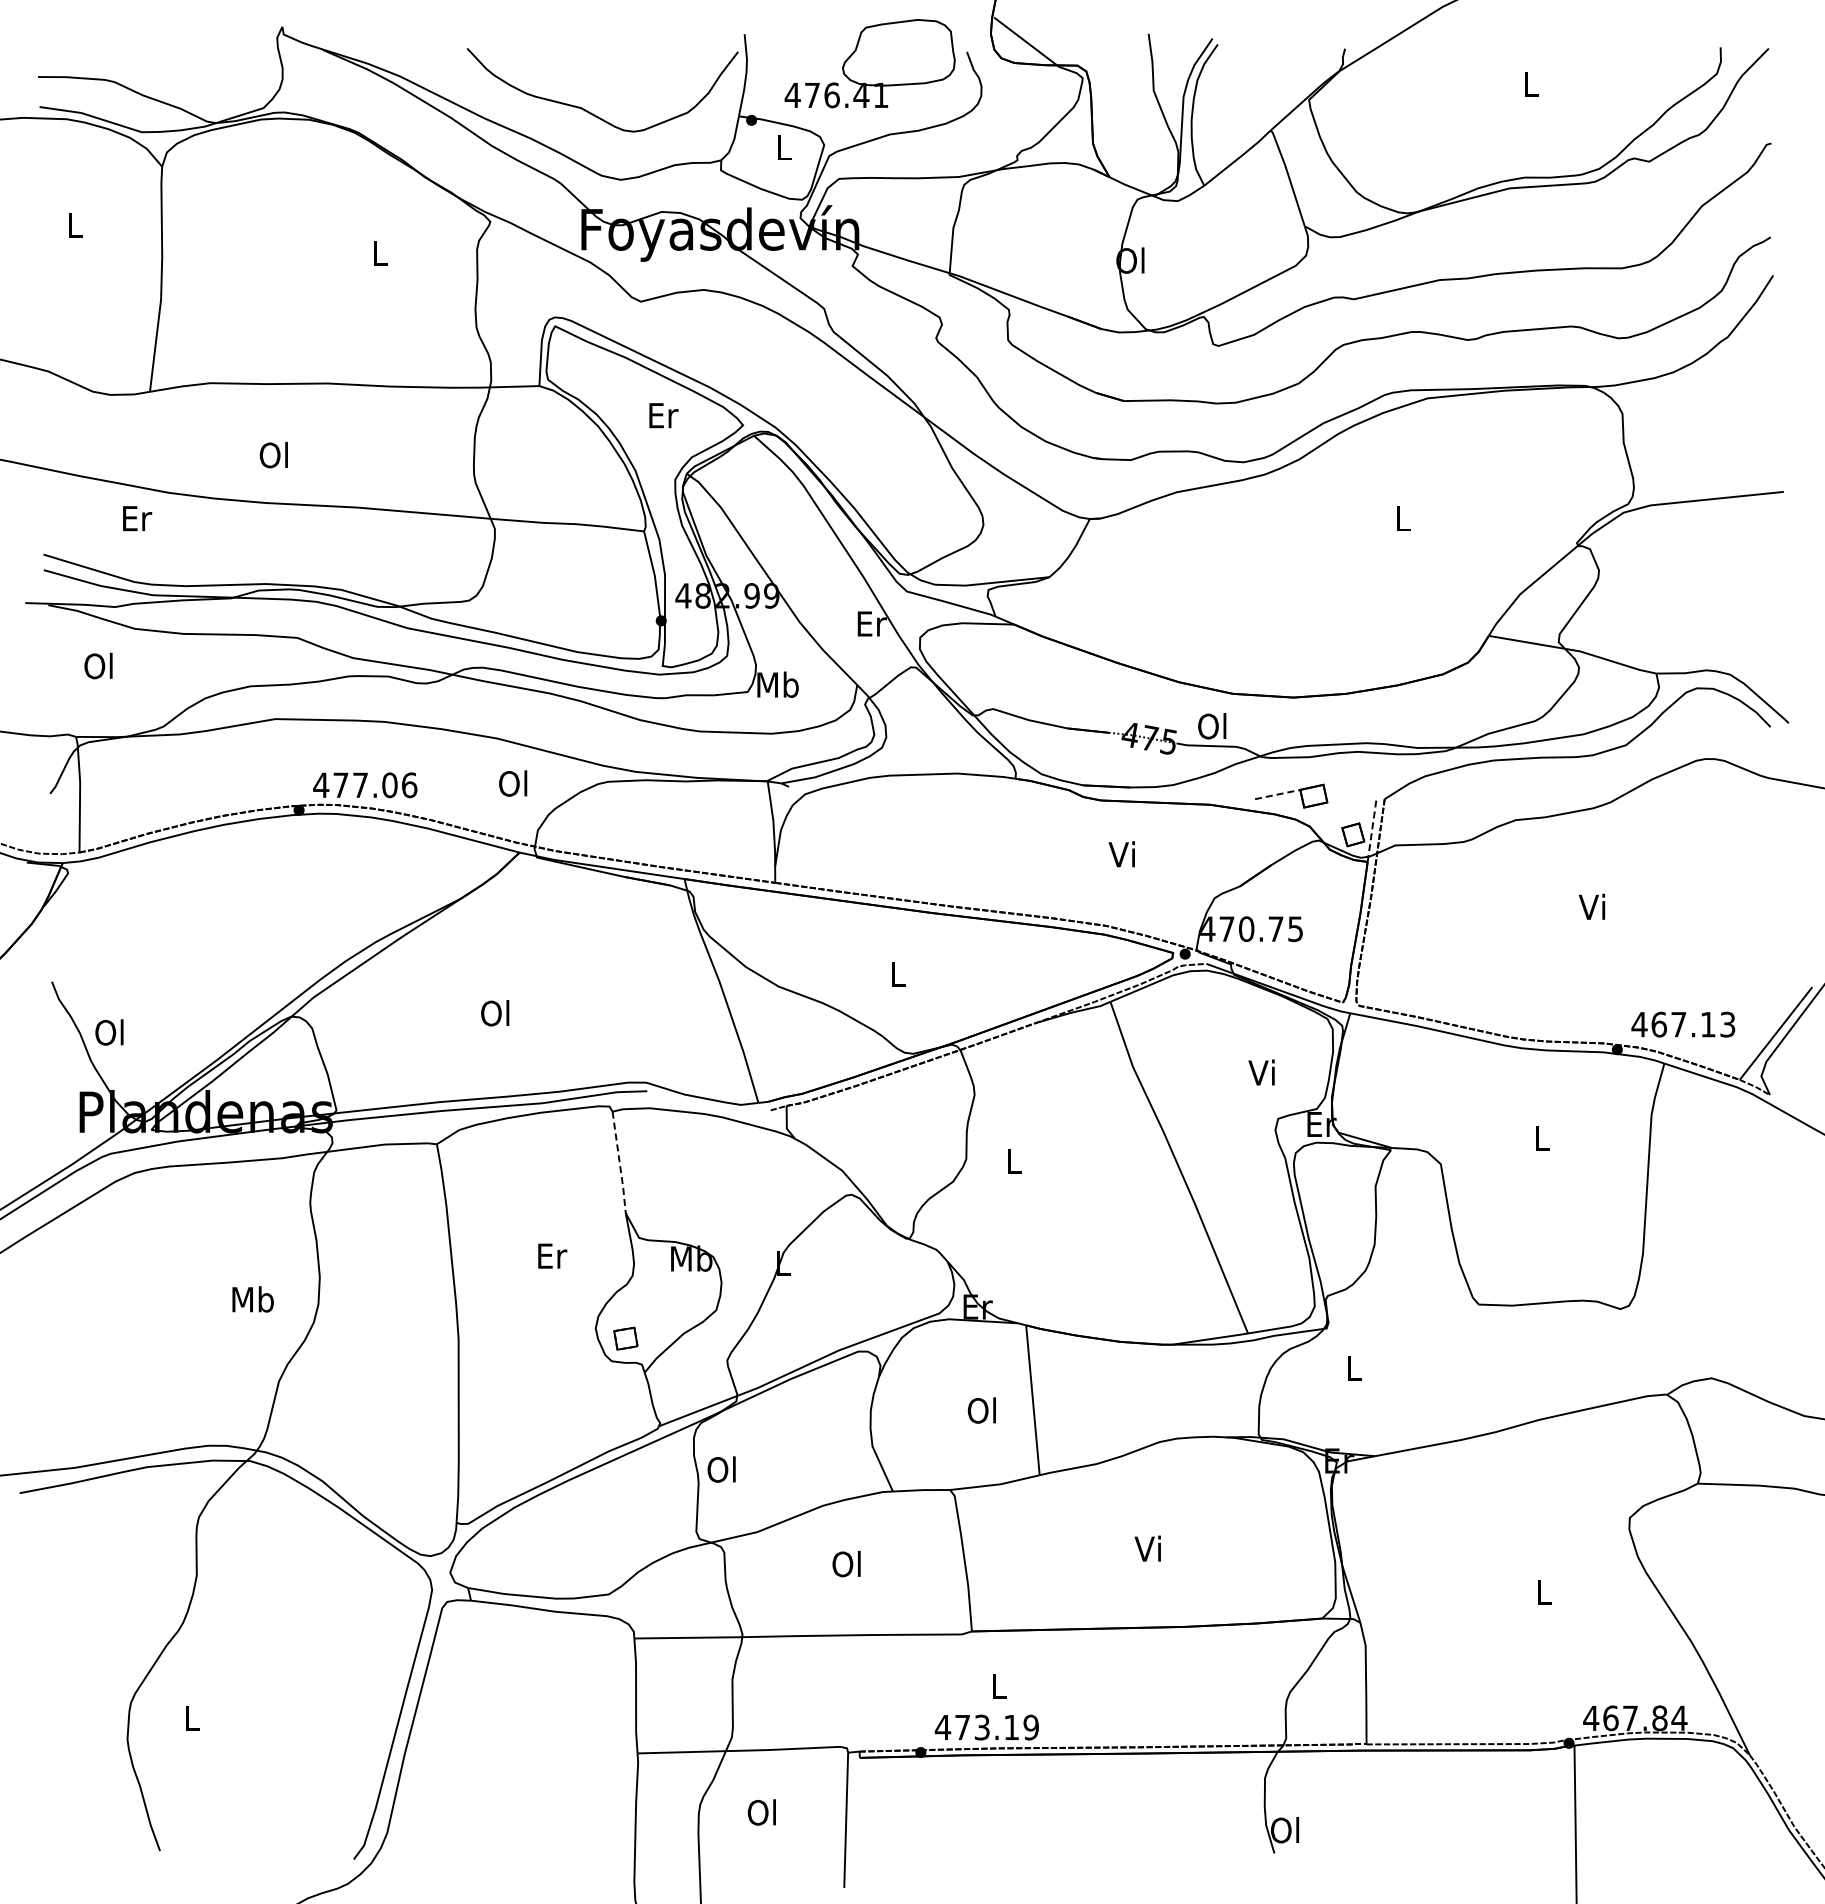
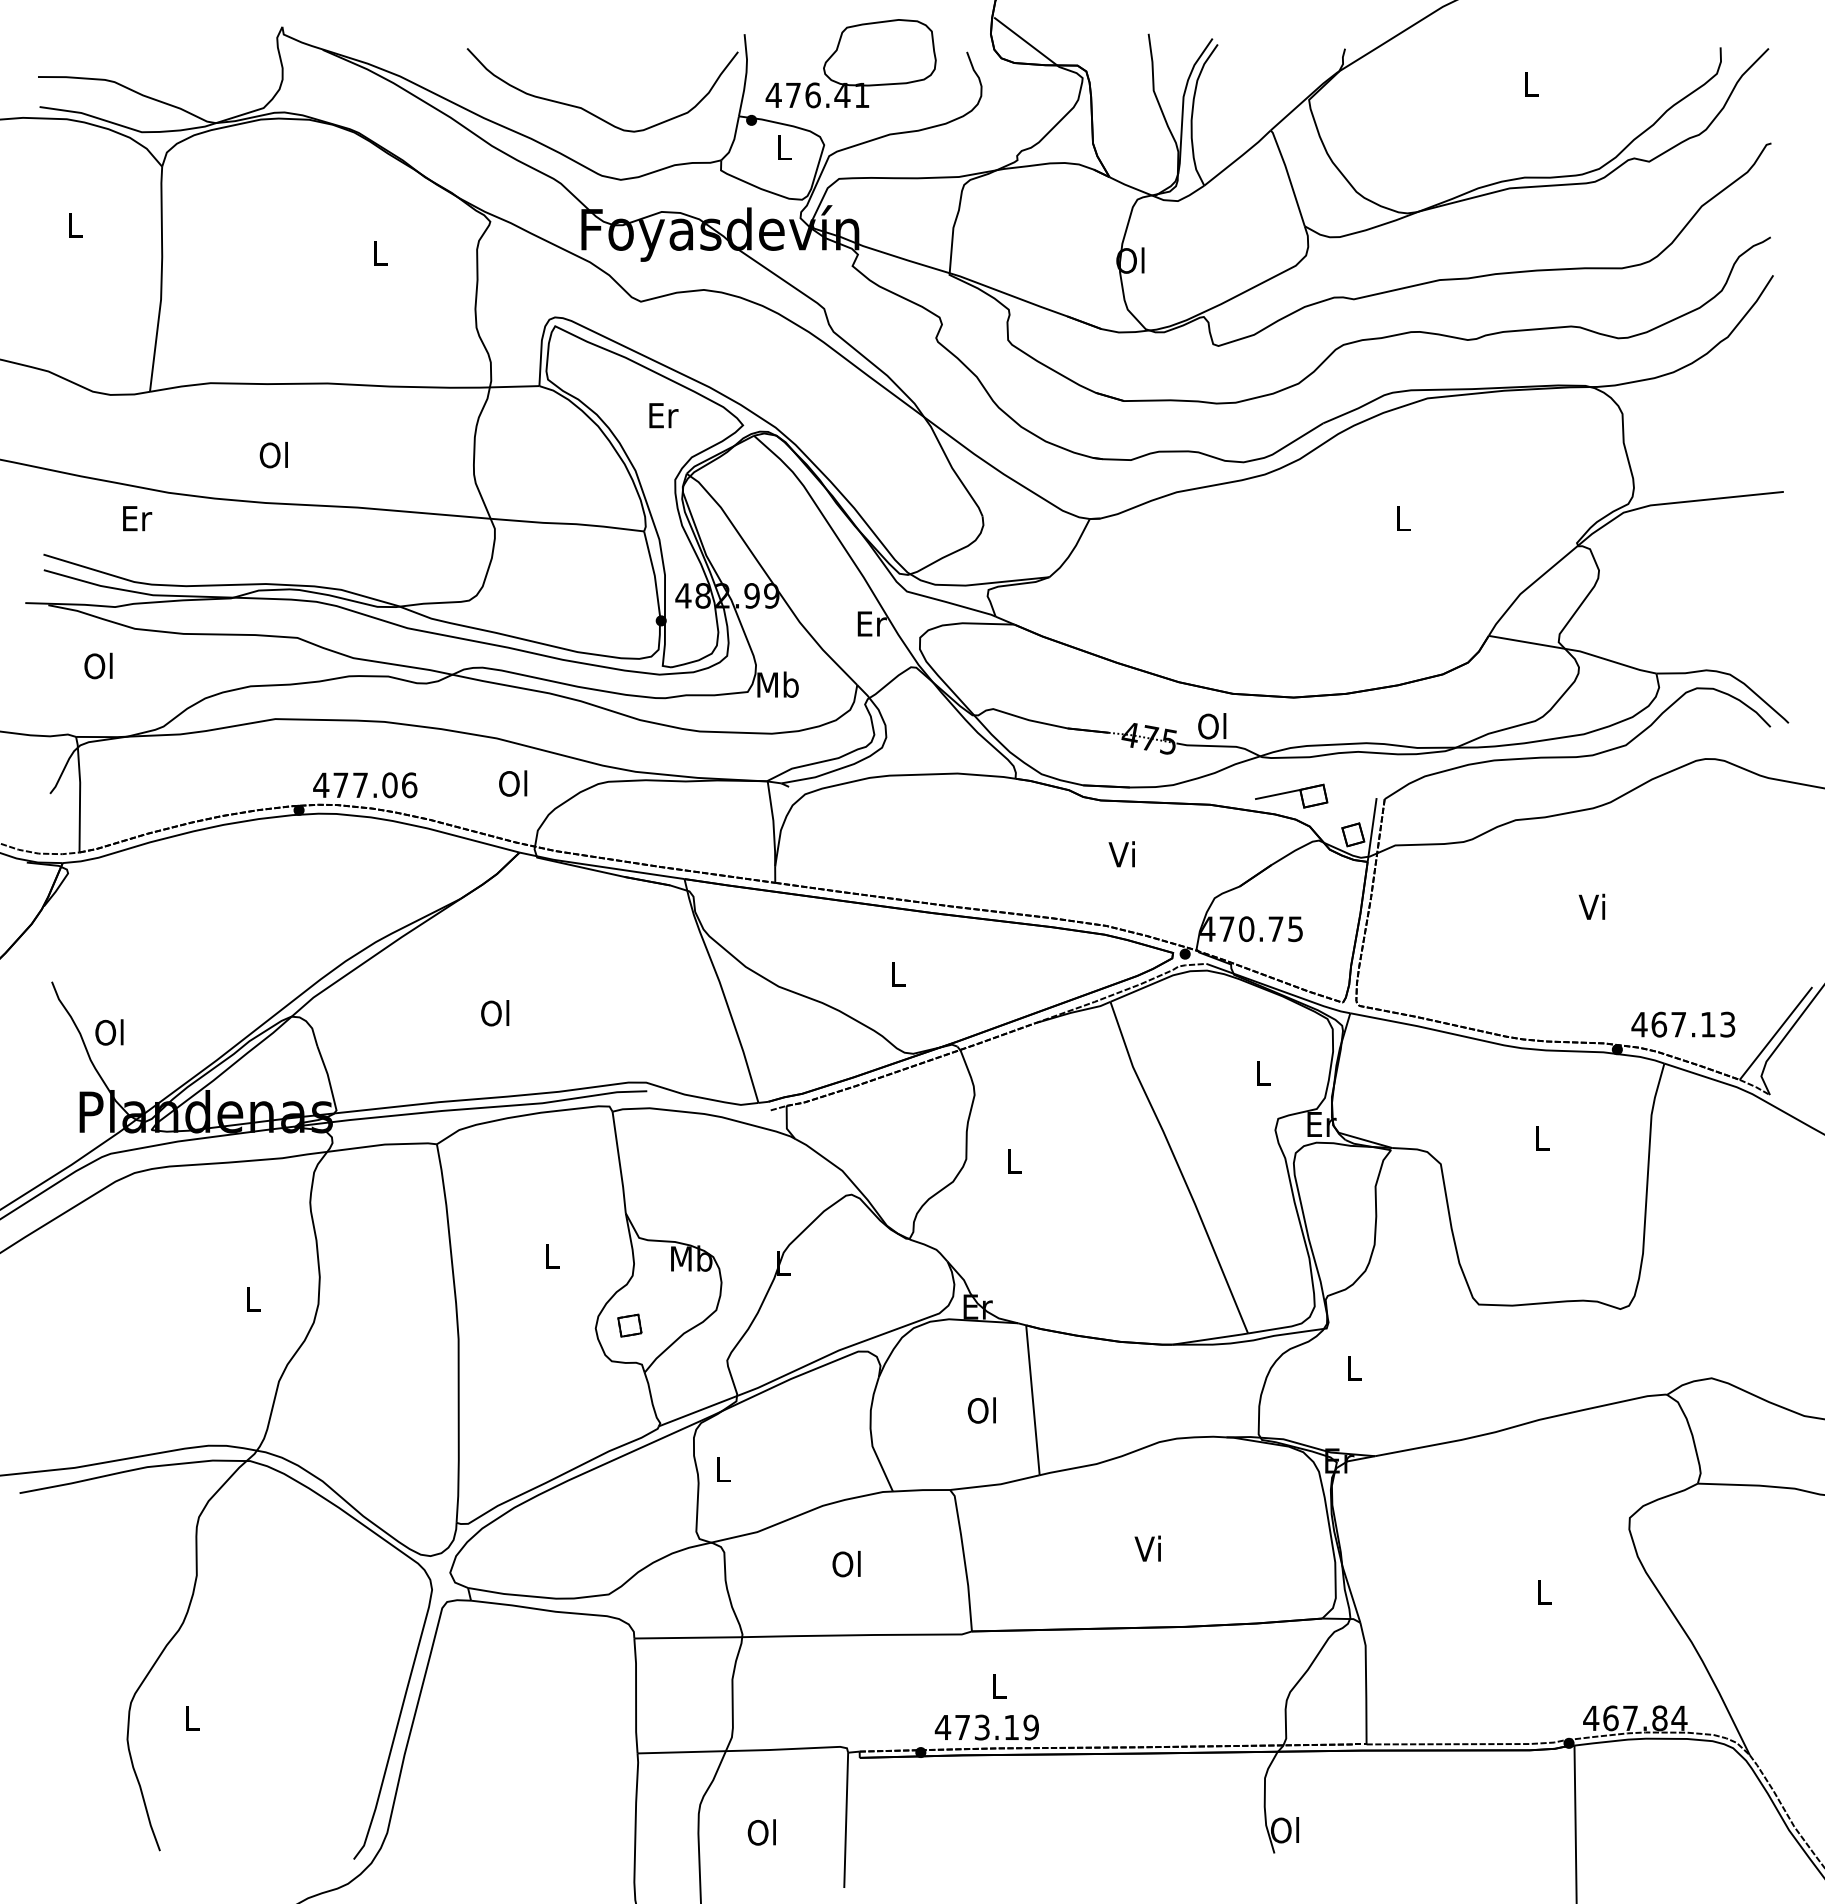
part at (869, 63) position: (869, 63) -> (850, 63)
line at (1278, 794): dashed -> solid
line at (1372, 829): dashed -> solid
text at (1261, 1072): Vi -> L
line at (619, 1163): dashed -> solid
text at (552, 1255): Er -> L
text at (252, 1299): Mb -> L
part at (625, 1338) position: (625, 1338) -> (629, 1325)
text at (721, 1469): Ol -> L
text at (761, 1812) position: (761, 1812) -> (761, 1832)
